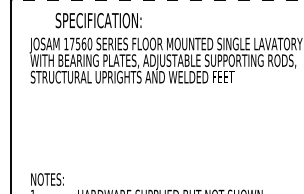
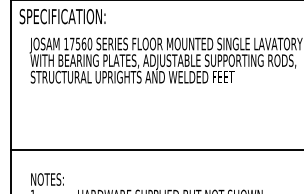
line at (157, 0): dashed -> solid
text at (98, 20) position: (98, 20) -> (62, 16)
line at (155, 149): none -> present
